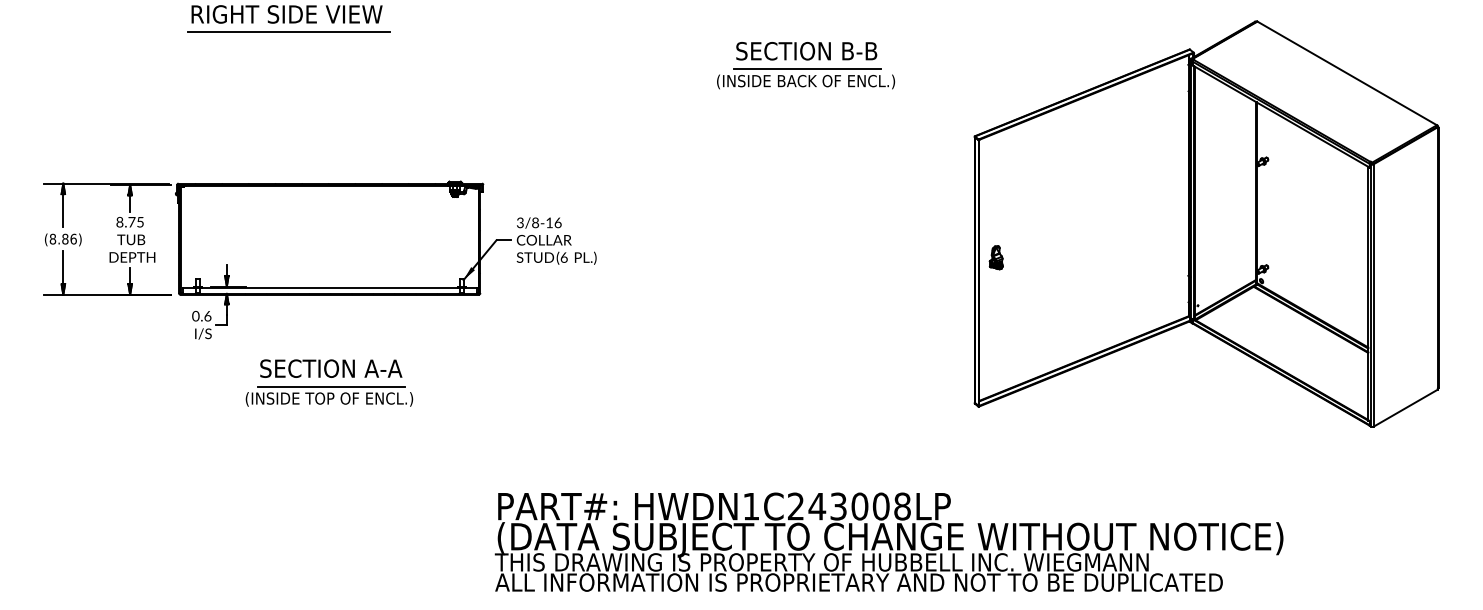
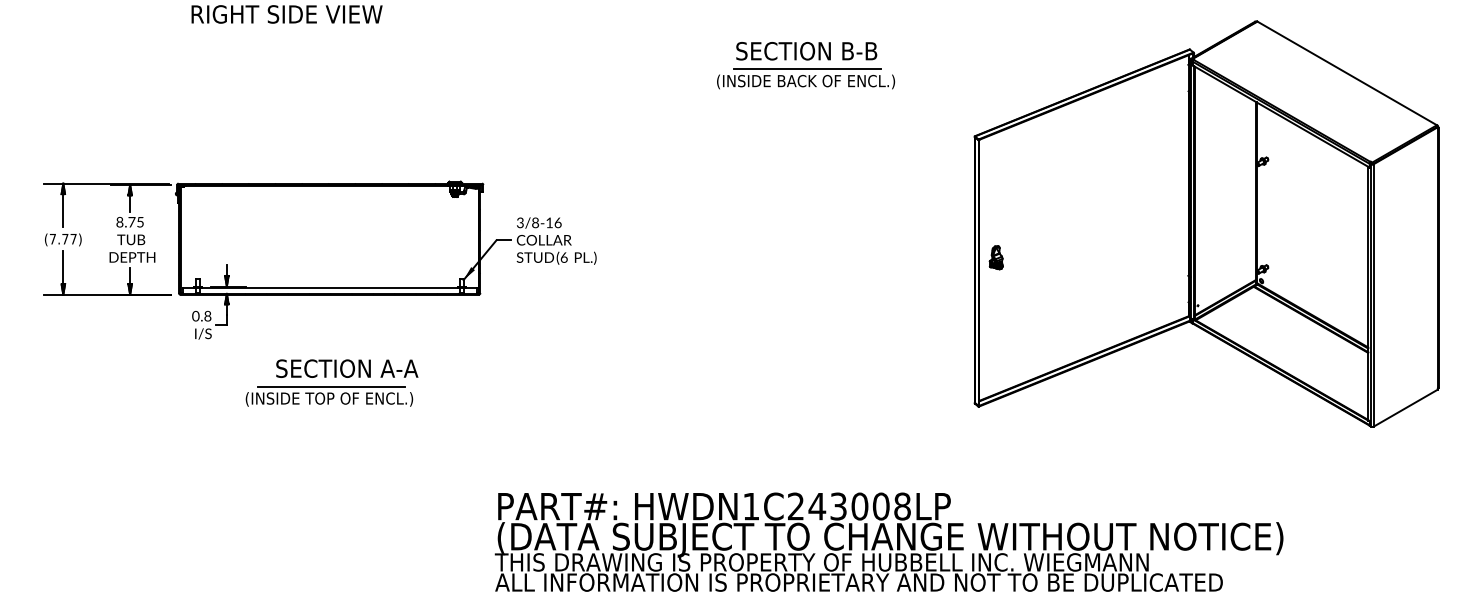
line at (288, 32): present -> none
text at (62, 238): (8.86) -> (7.77)
text at (207, 315): 0.6 -> 0.8
text at (331, 368) position: (331, 368) -> (347, 368)
